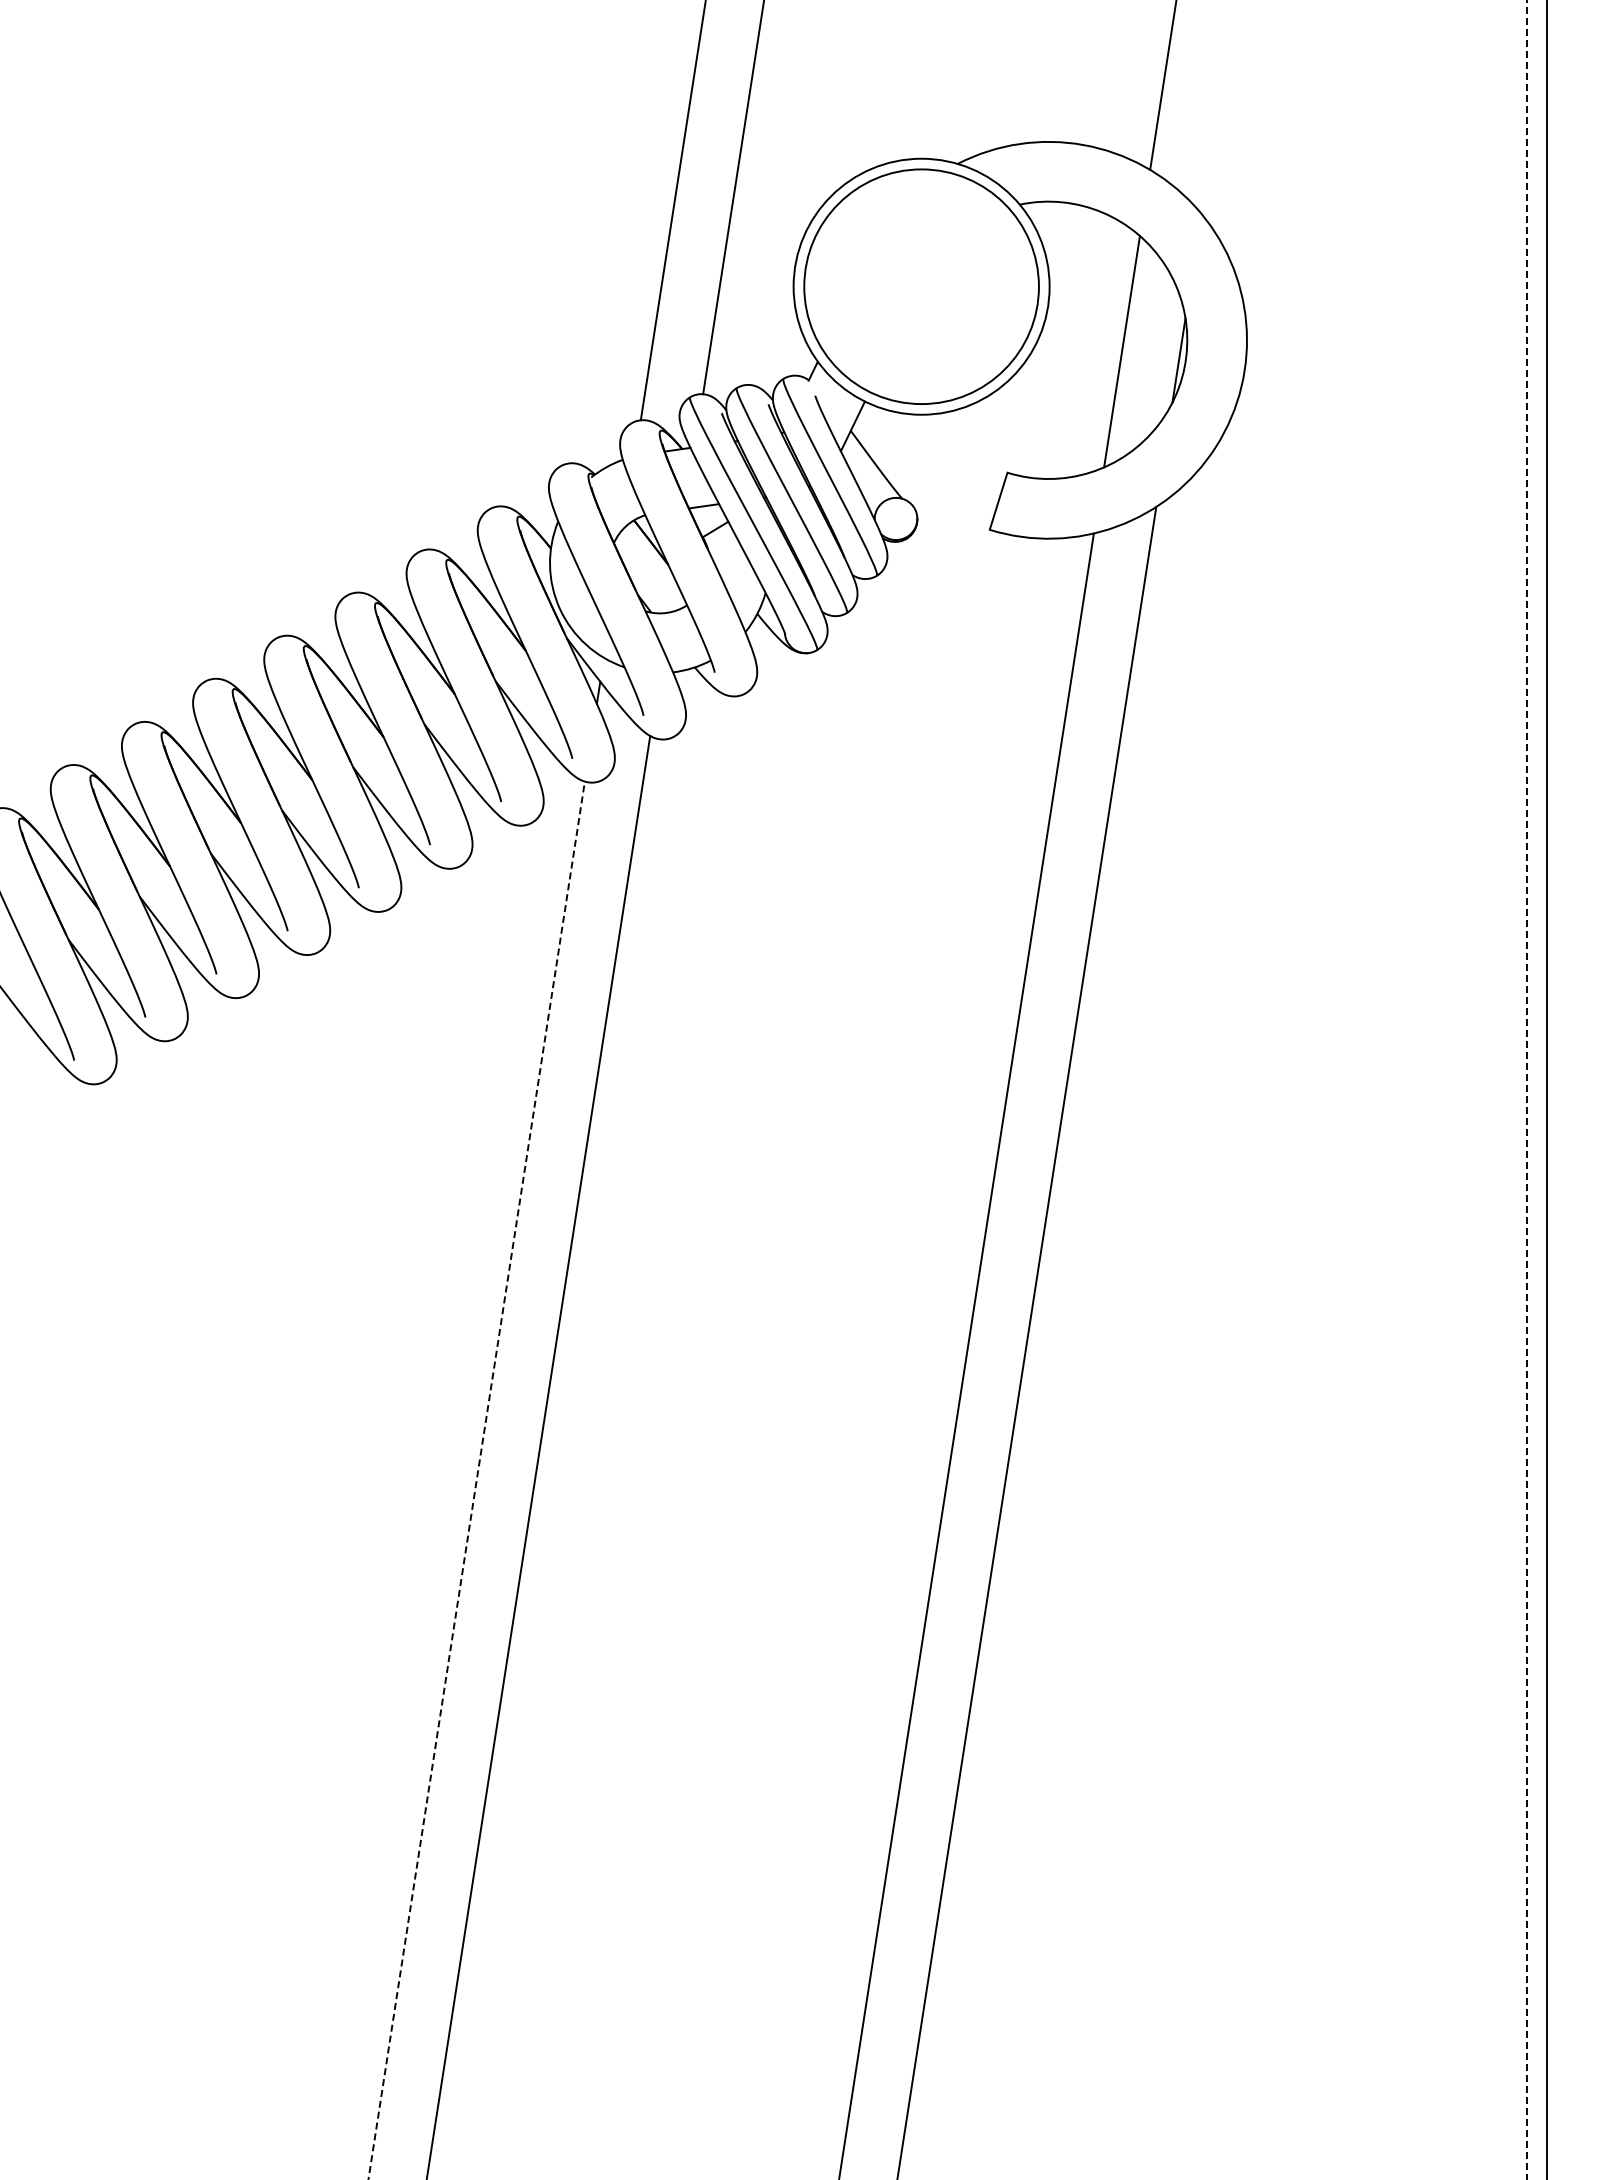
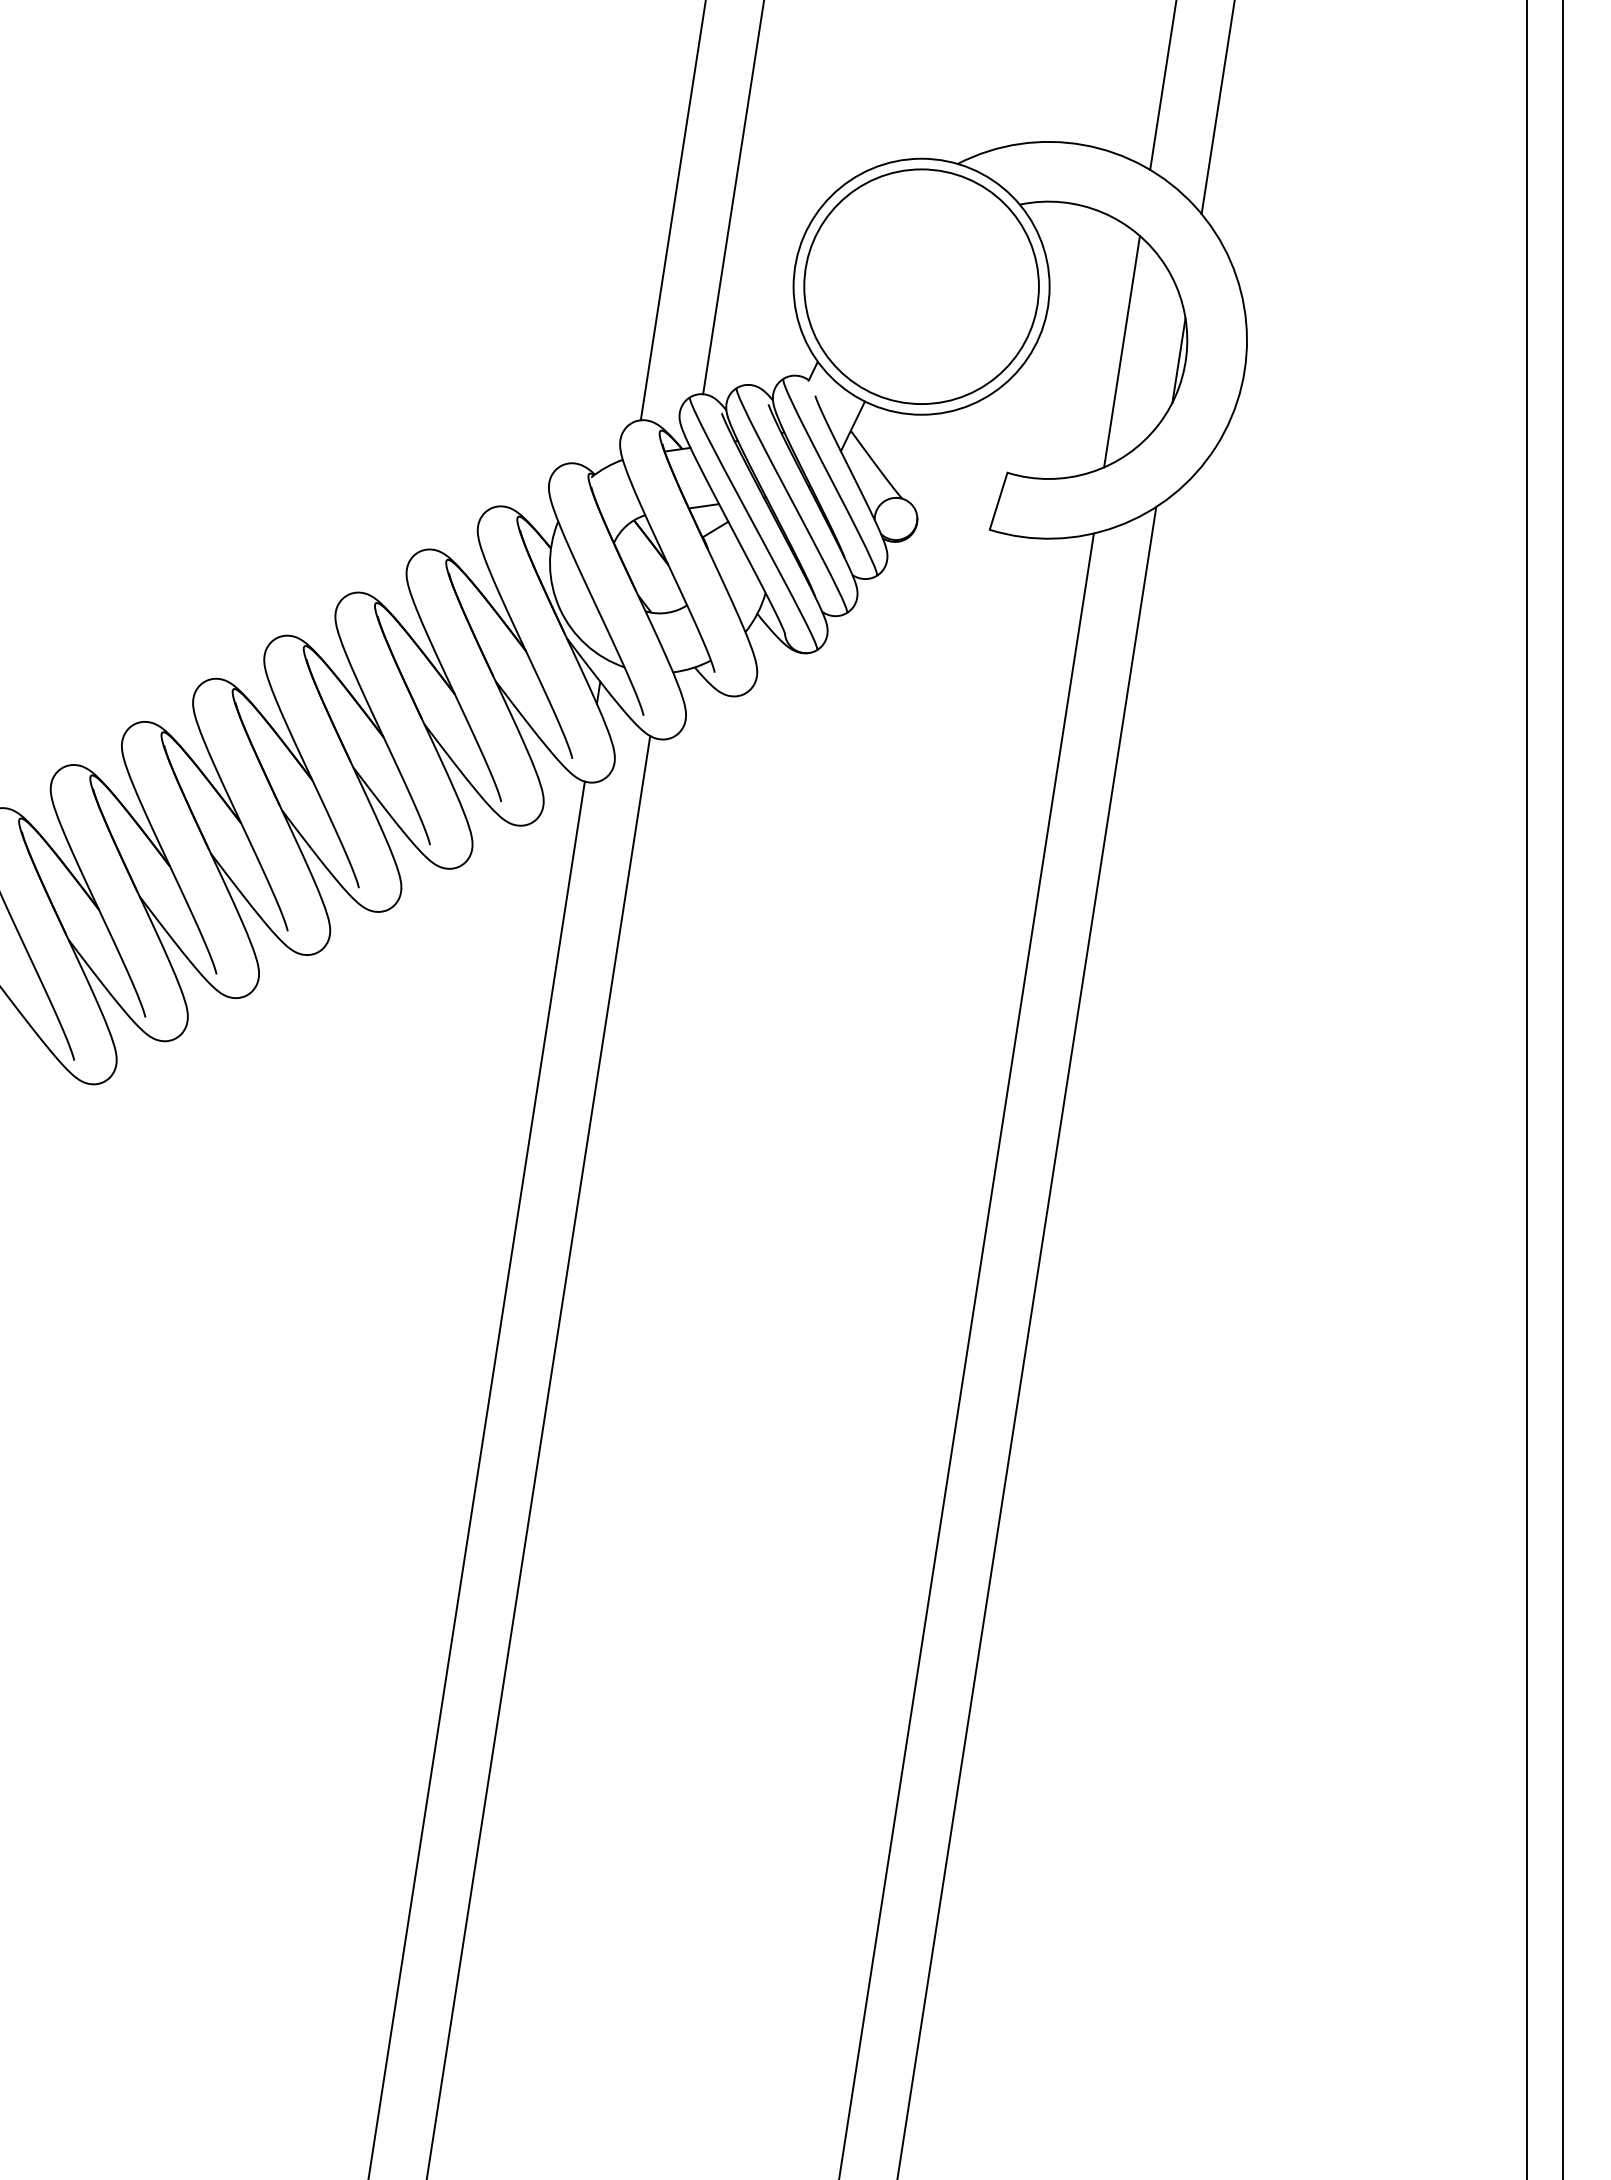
line at (1217, 108): none -> present
line at (1526, 1089): dashed -> solid
line at (1546, 1089) position: (1546, 1089) -> (1562, 1089)
line at (476, 1480): dashed -> solid
